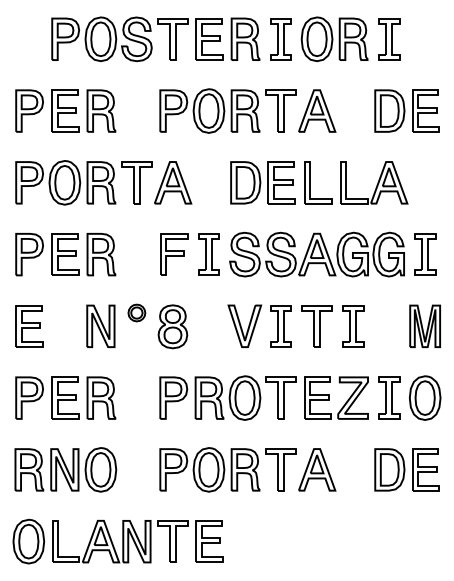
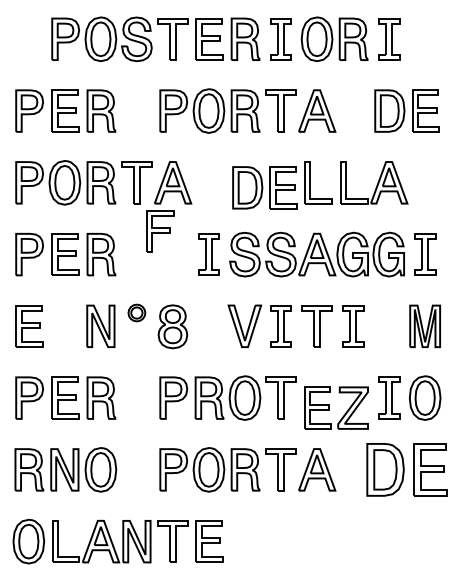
part at (262, 182) position: (262, 182) -> (264, 187)
part at (174, 254) position: (174, 254) -> (160, 231)
part at (329, 397) position: (329, 397) -> (329, 407)
part at (406, 469) size: 66x44 px -> 82x54 px
